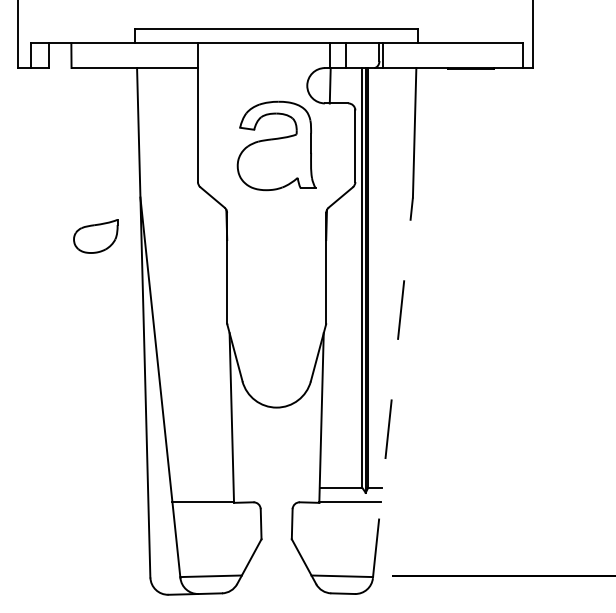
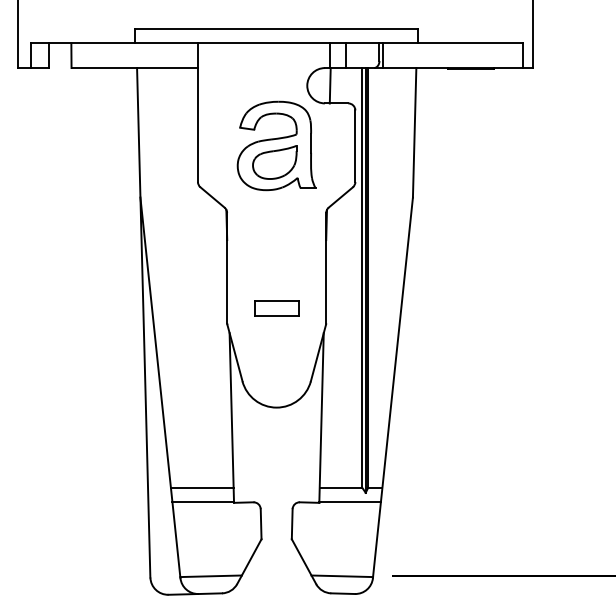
part at (95, 236) position: (95, 236) -> (274, 162)
part at (276, 308): none -> present
line at (392, 387): dashed -> solid
line at (201, 487): none -> present
